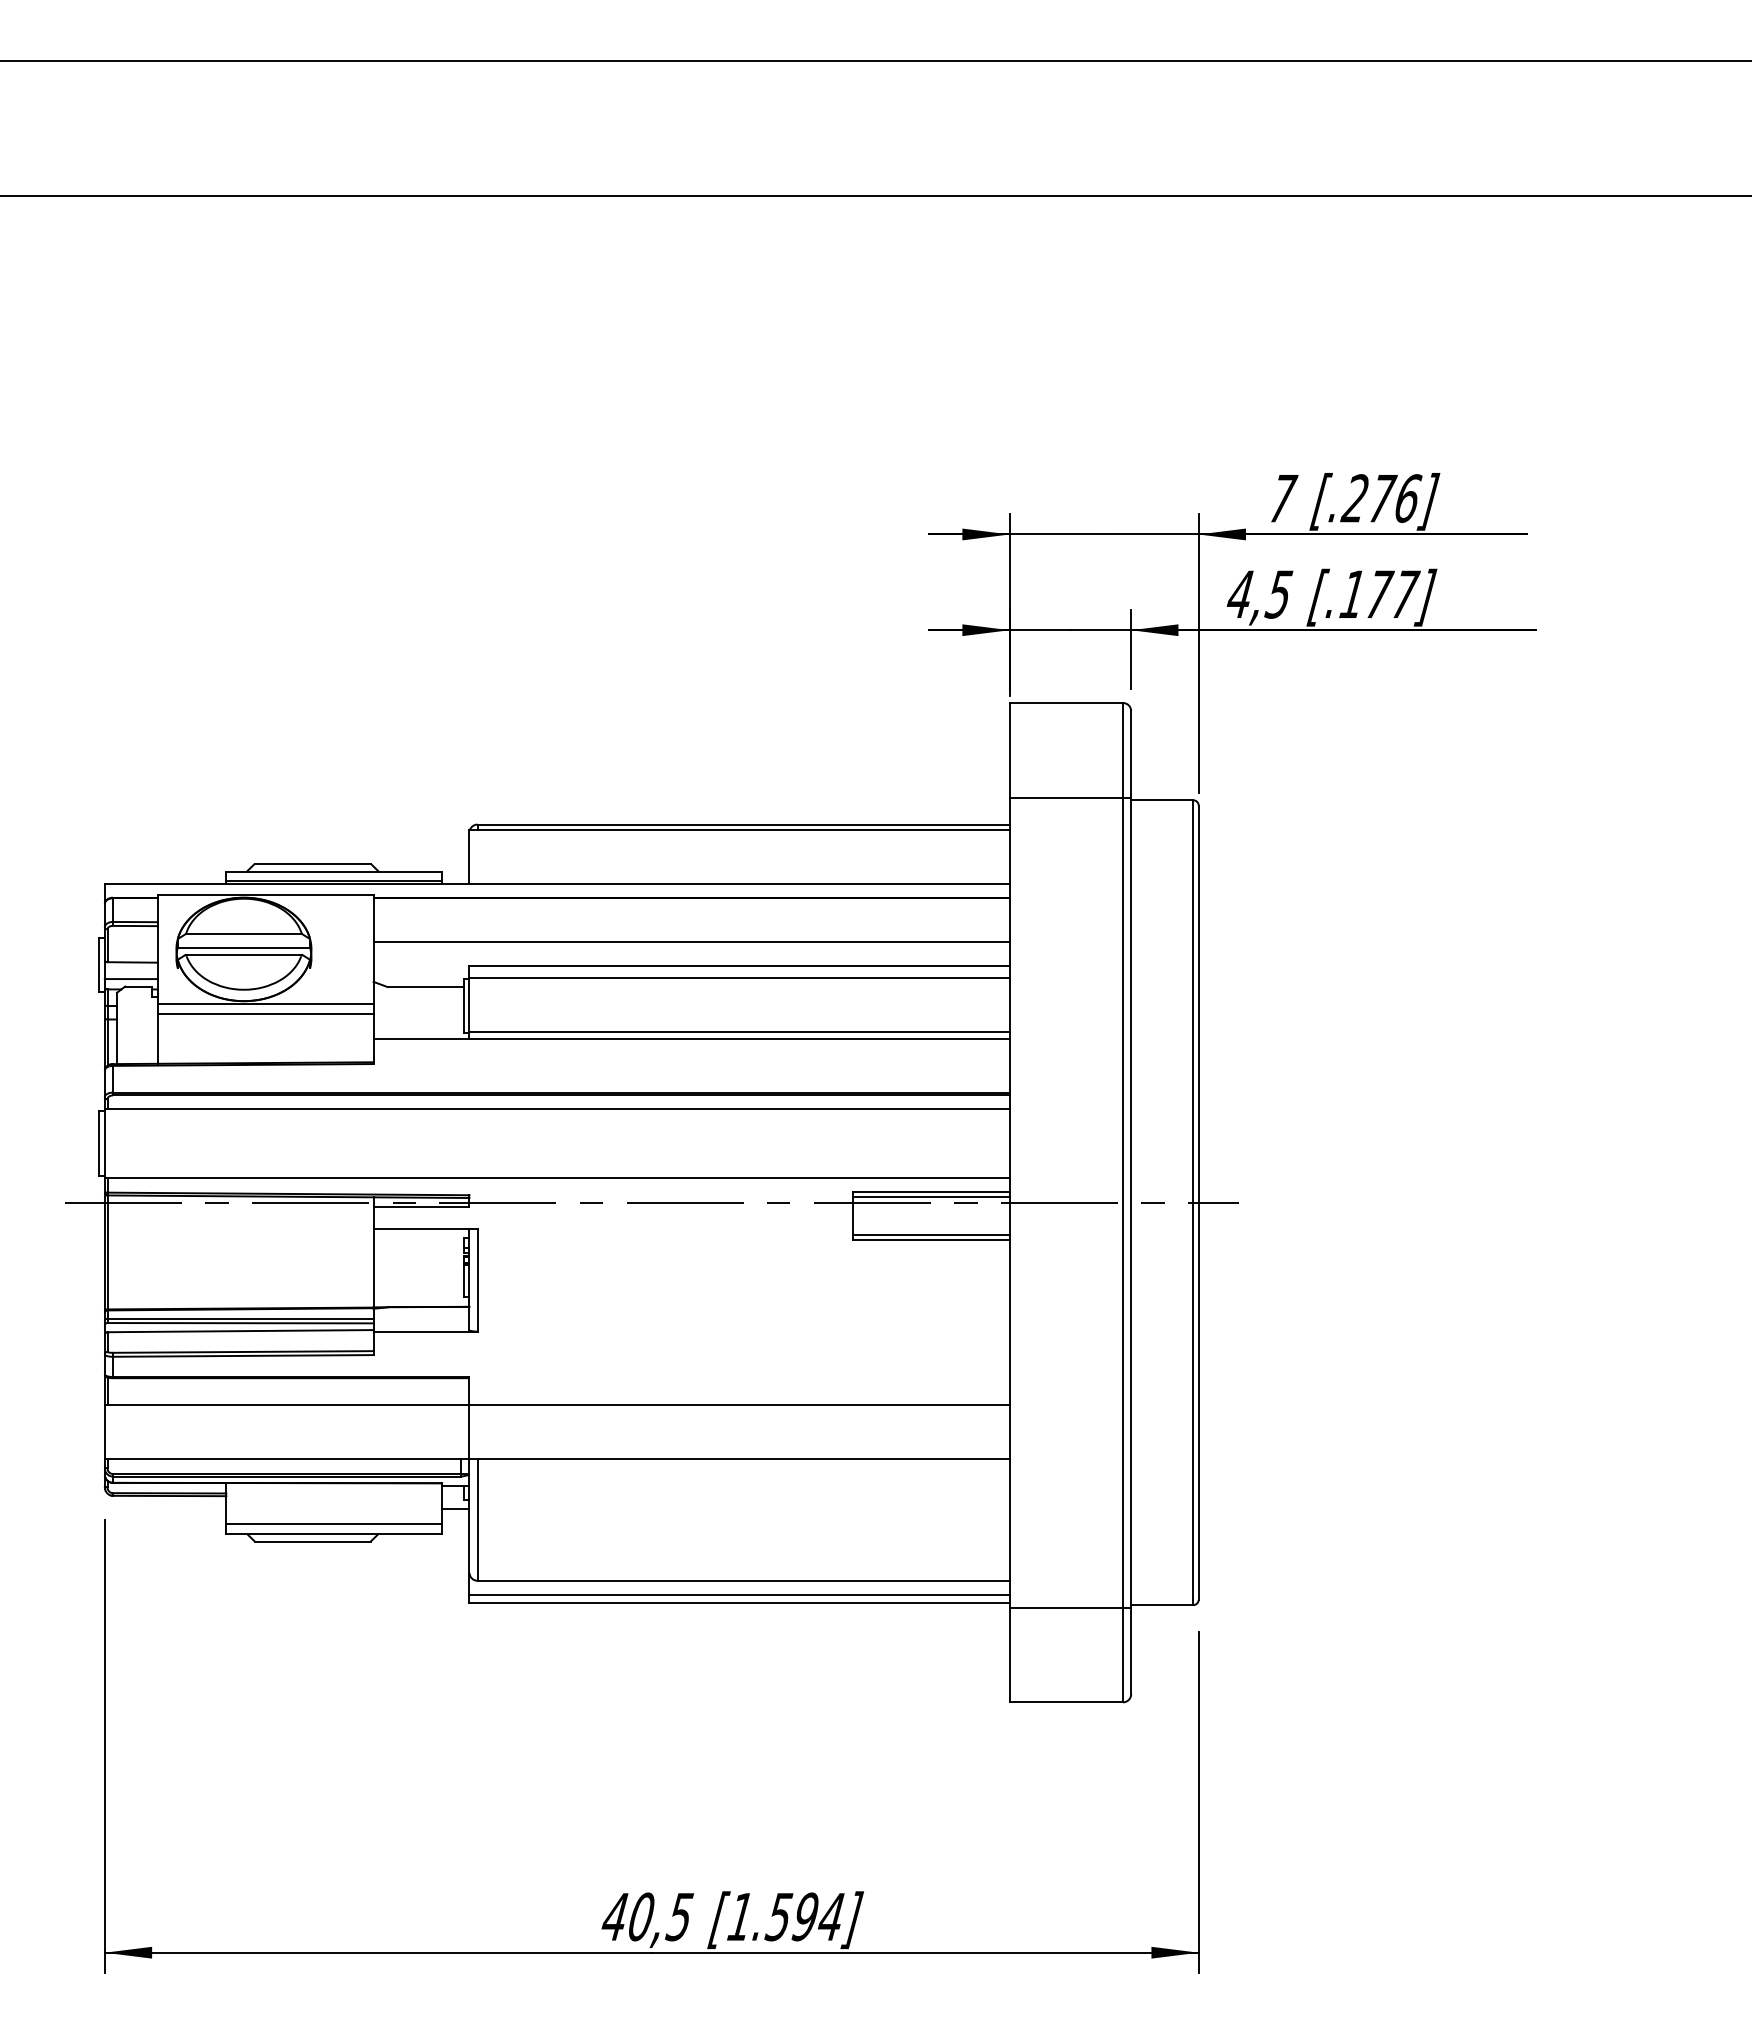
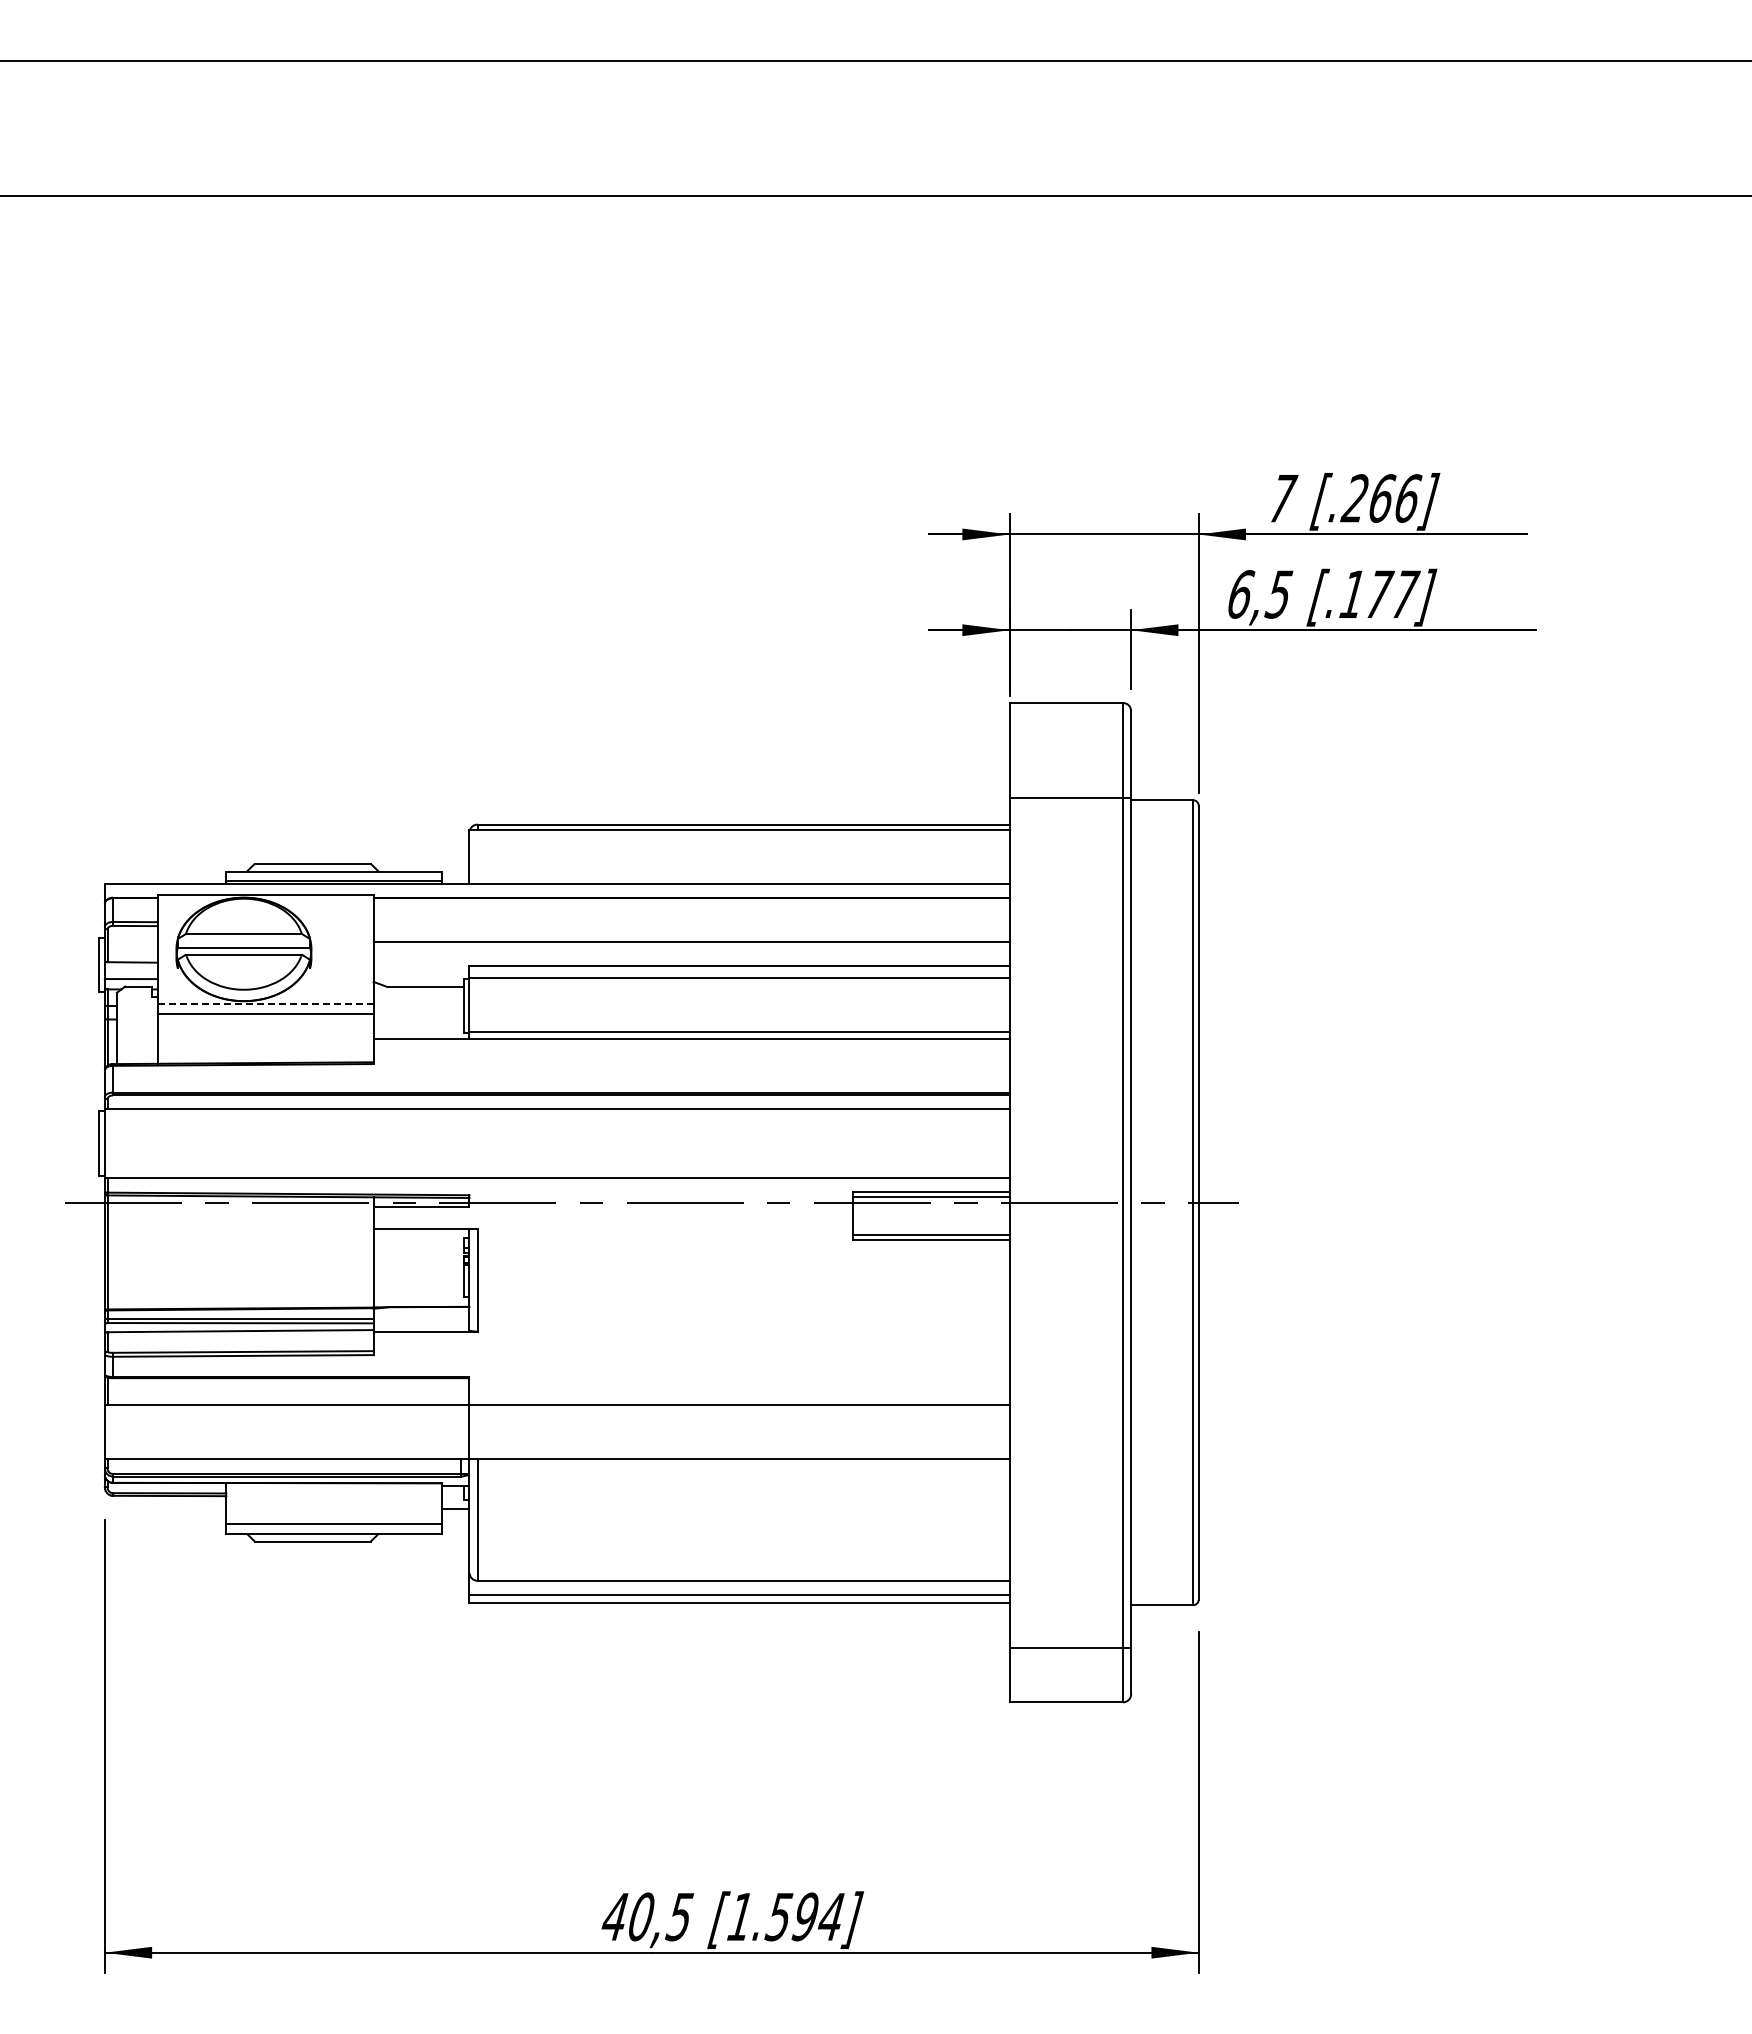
text at (1383, 498): [.276] -> [.266]
text at (1240, 594): 4,5 -> 6,5
line at (265, 1004): solid -> dashed
line at (1070, 1607) position: (1070, 1607) -> (1070, 1647)
